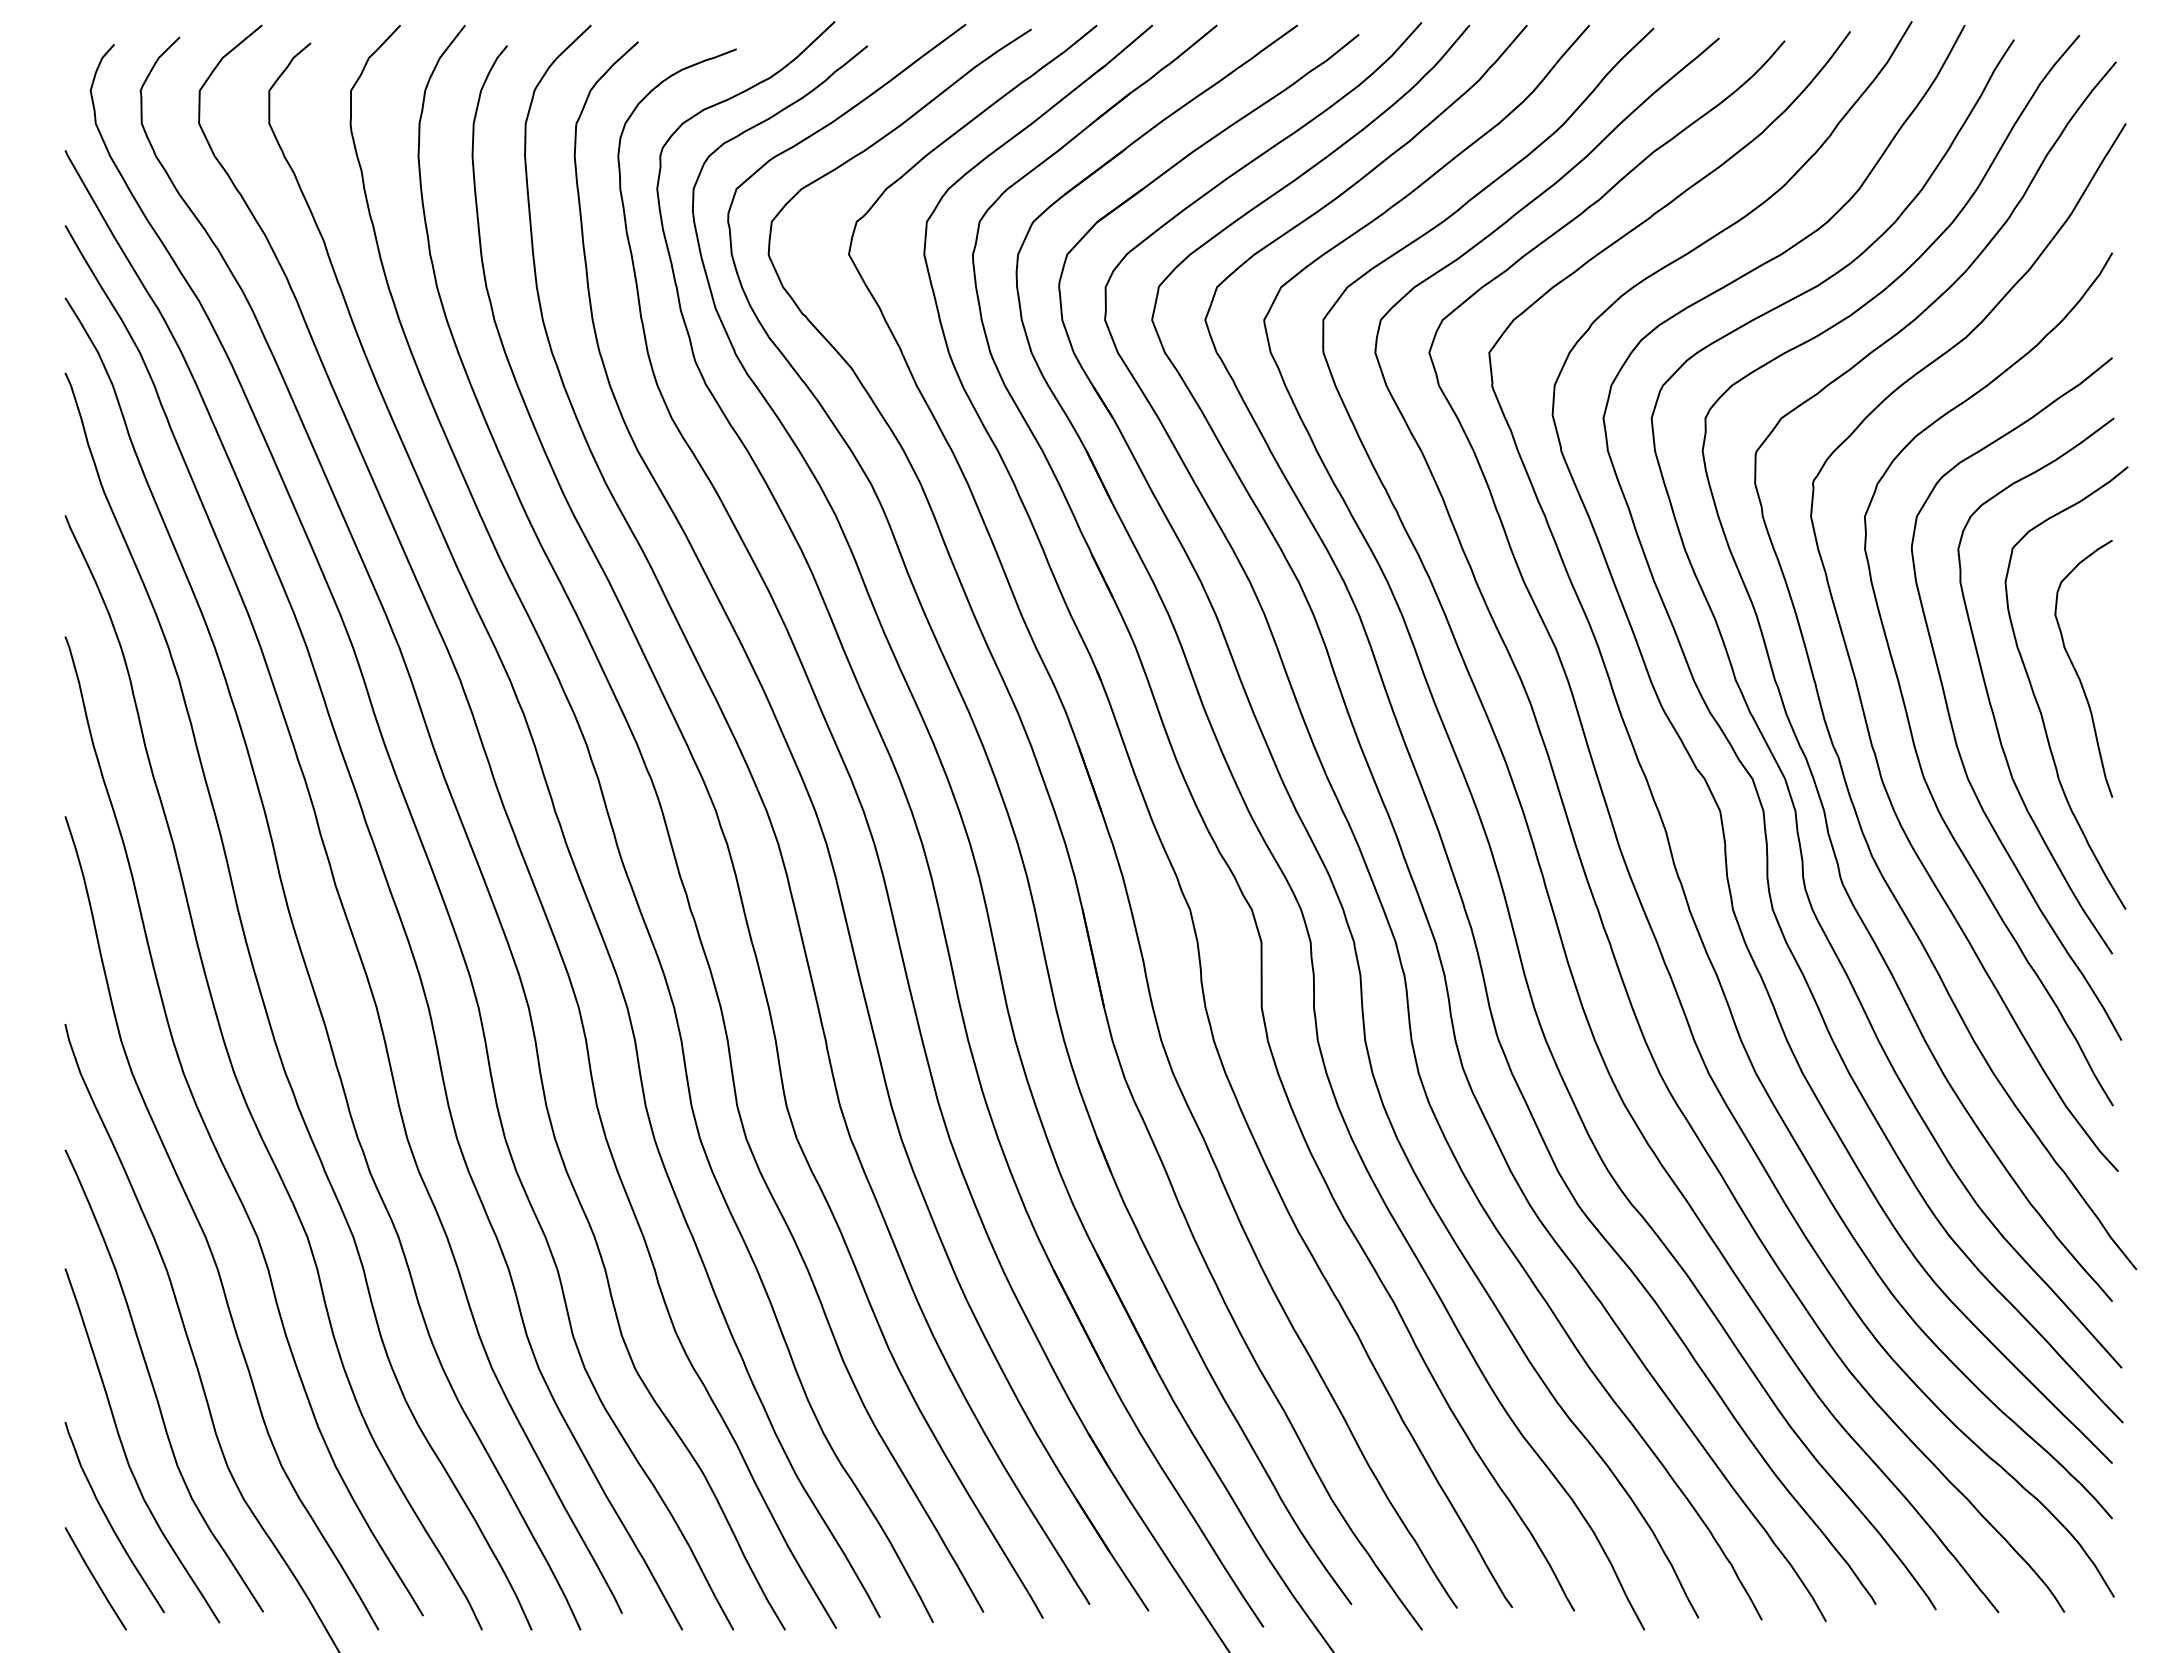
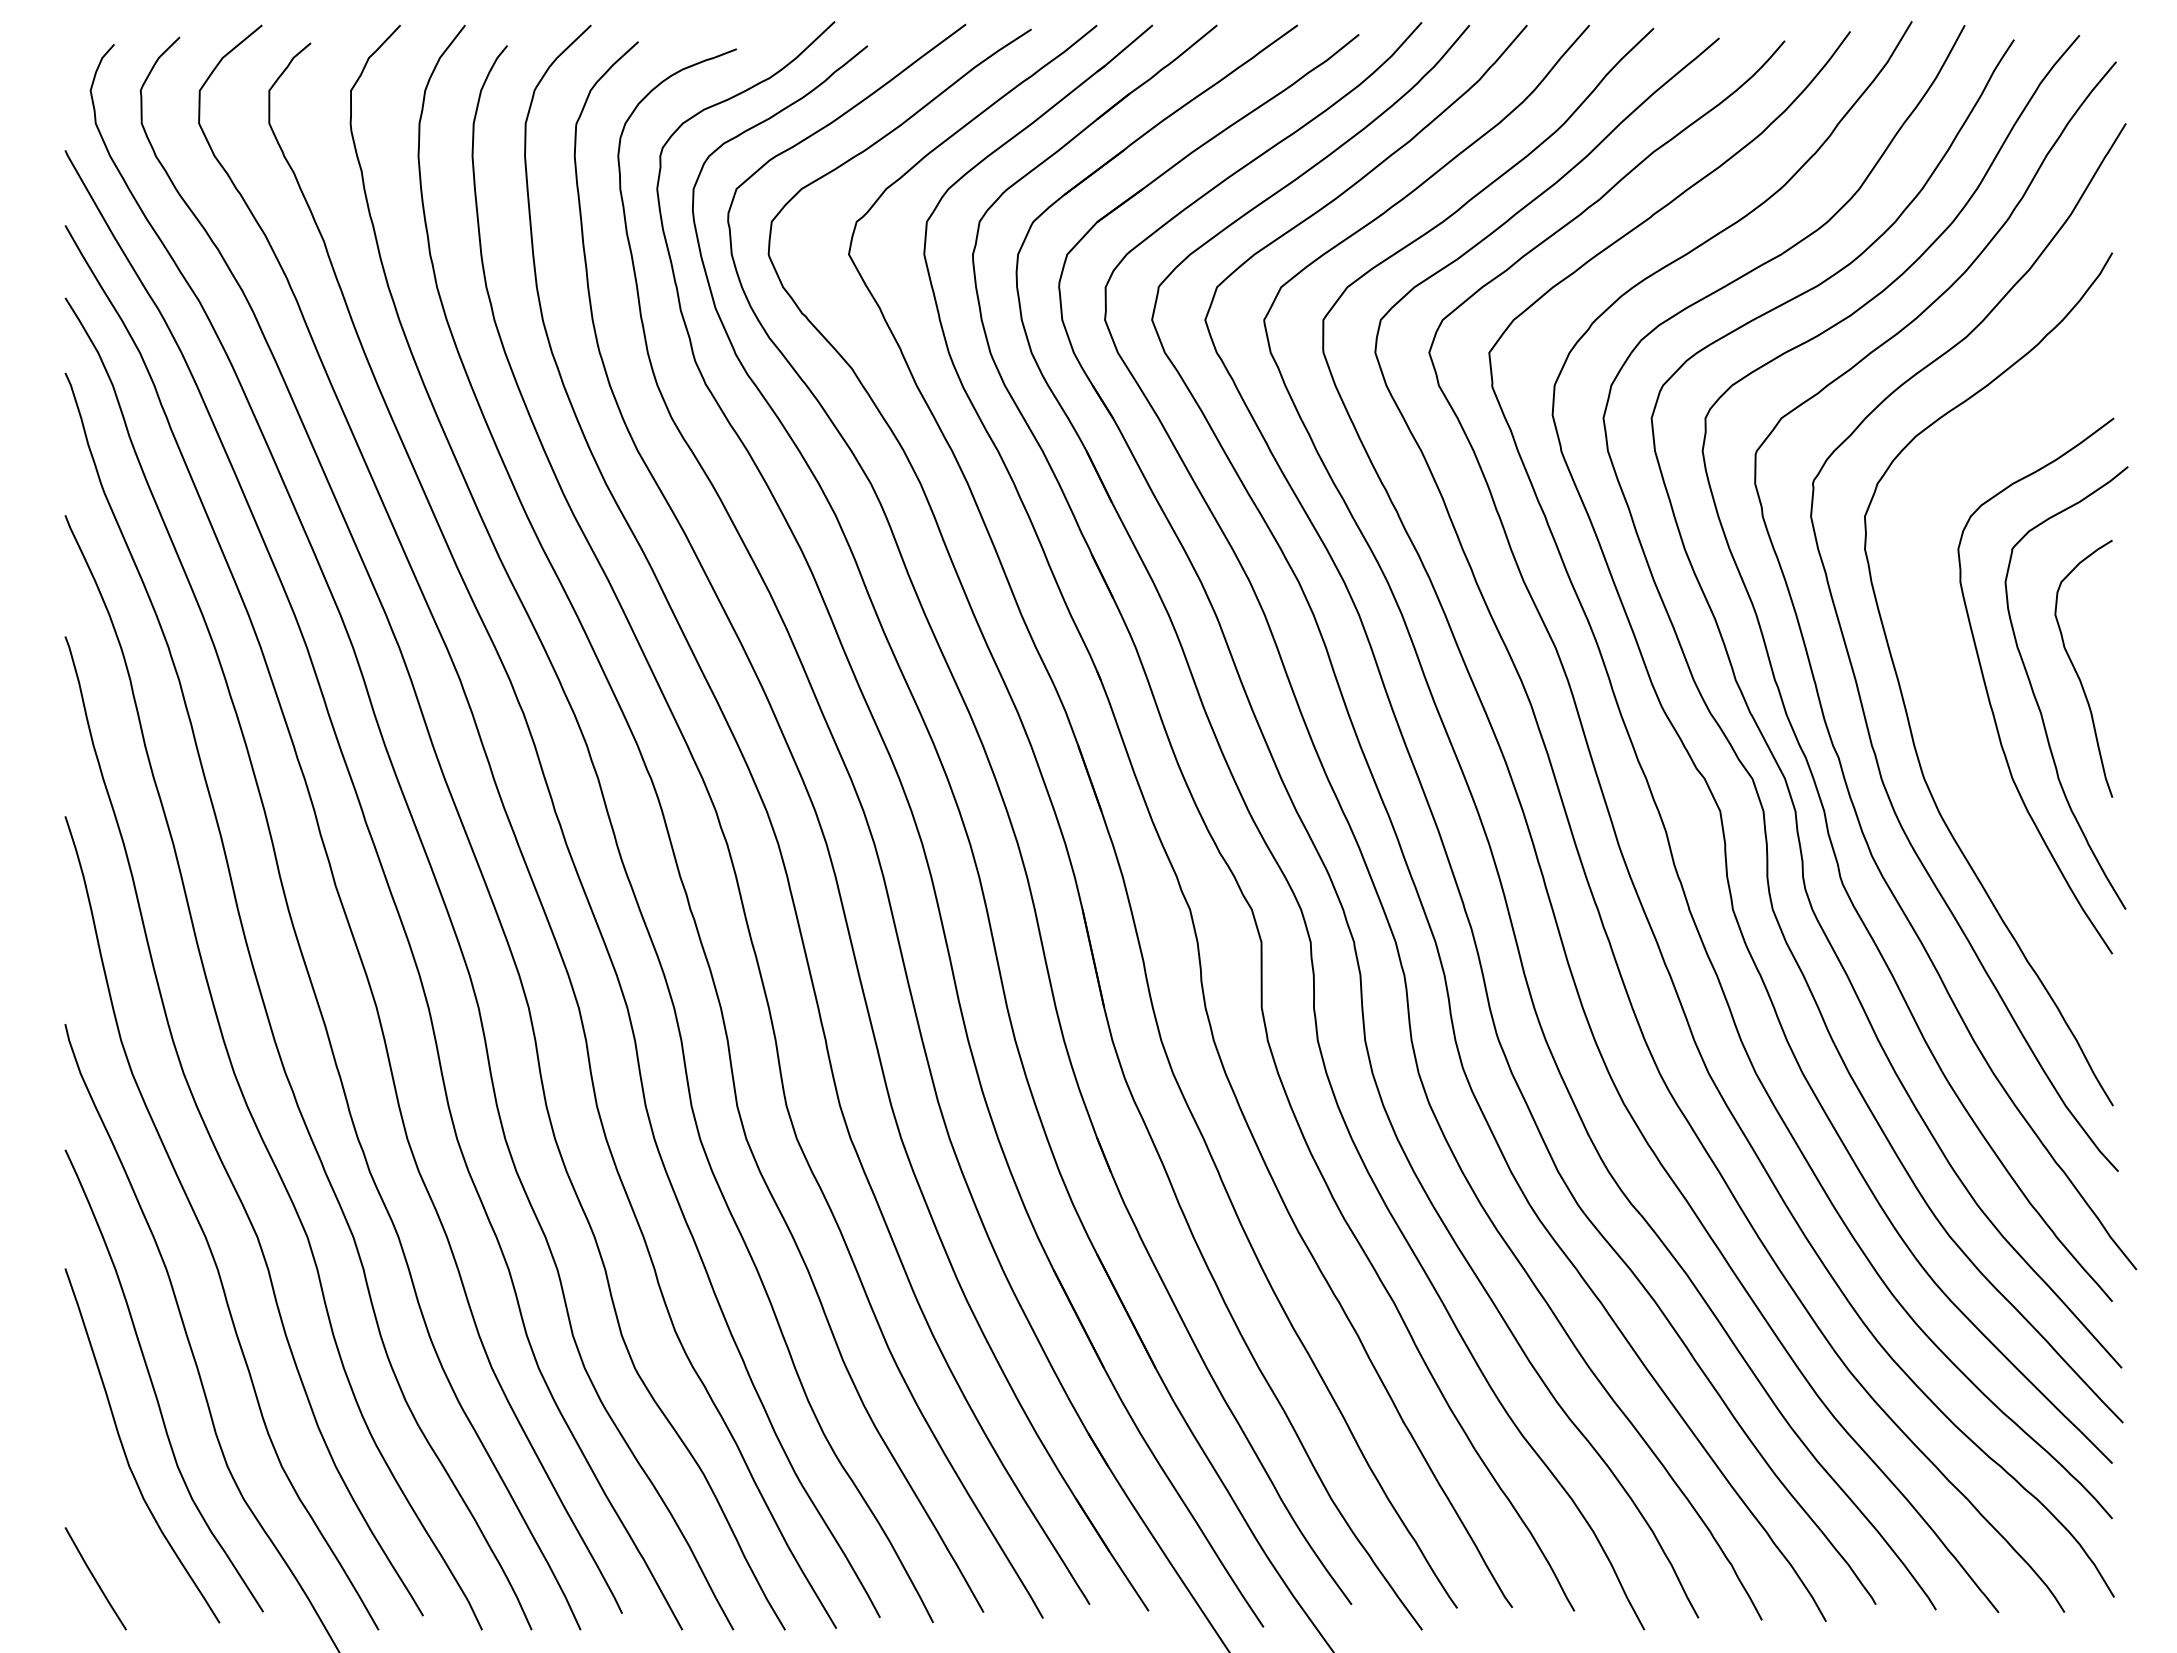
curve at (1950, 715): present -> none
curve at (109, 1520): present -> none
